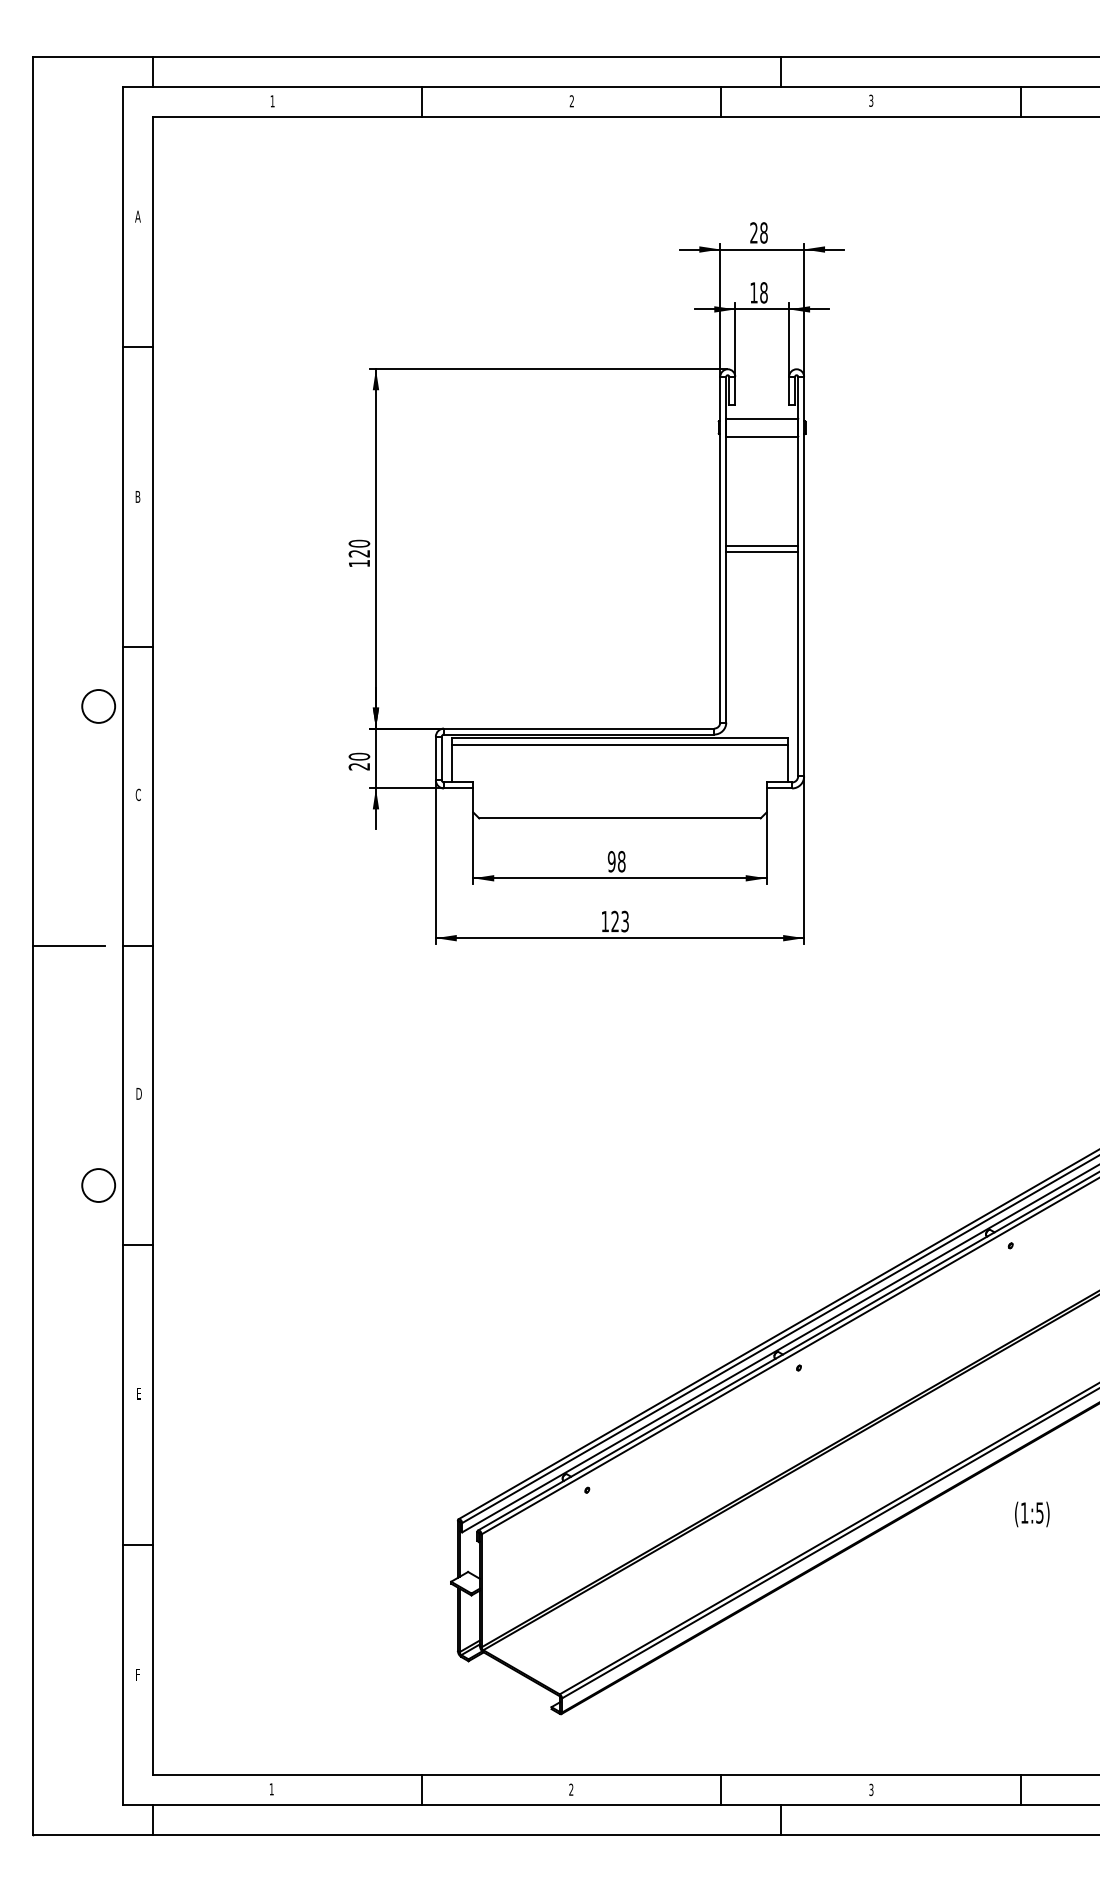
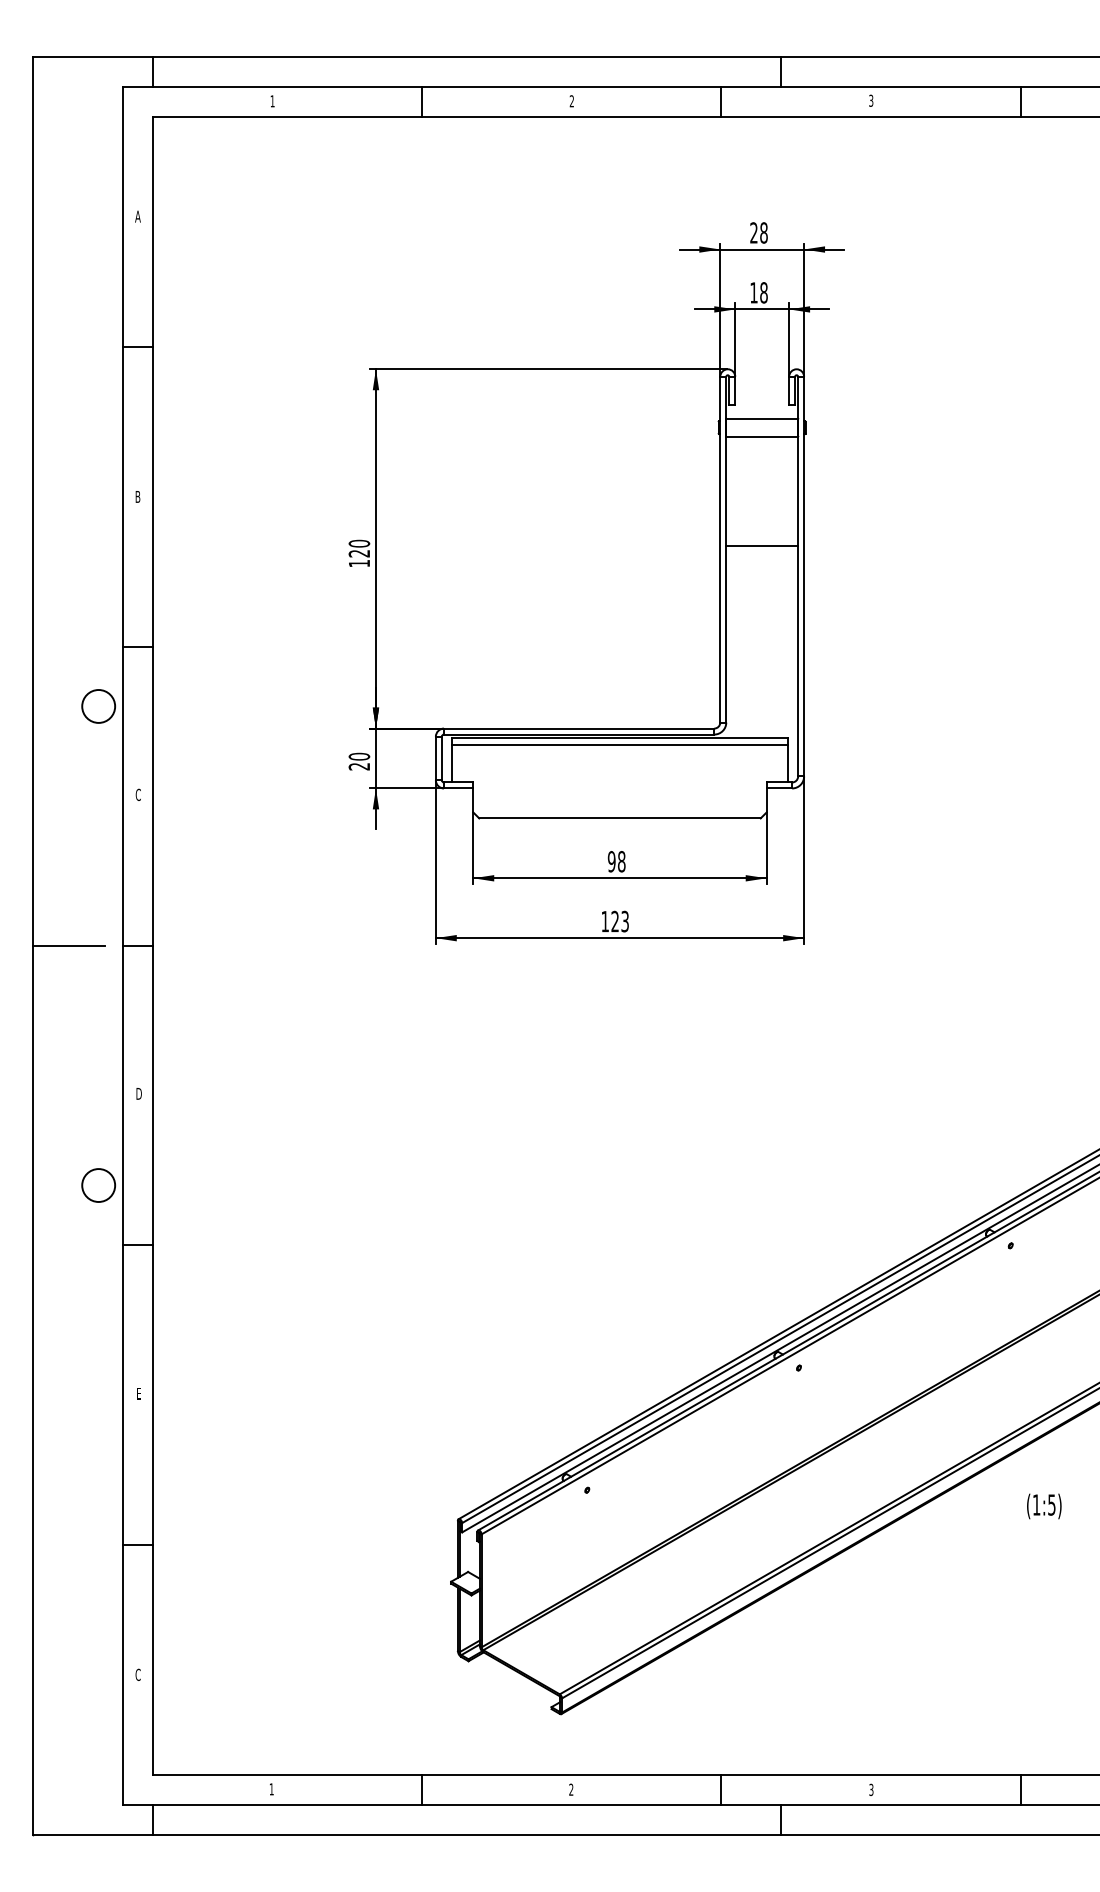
line at (762, 551): present -> none
text at (1032, 1514) position: (1032, 1514) -> (1044, 1506)
text at (137, 1674): F -> C
